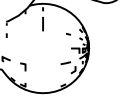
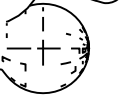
part at (33, 52): none -> present
